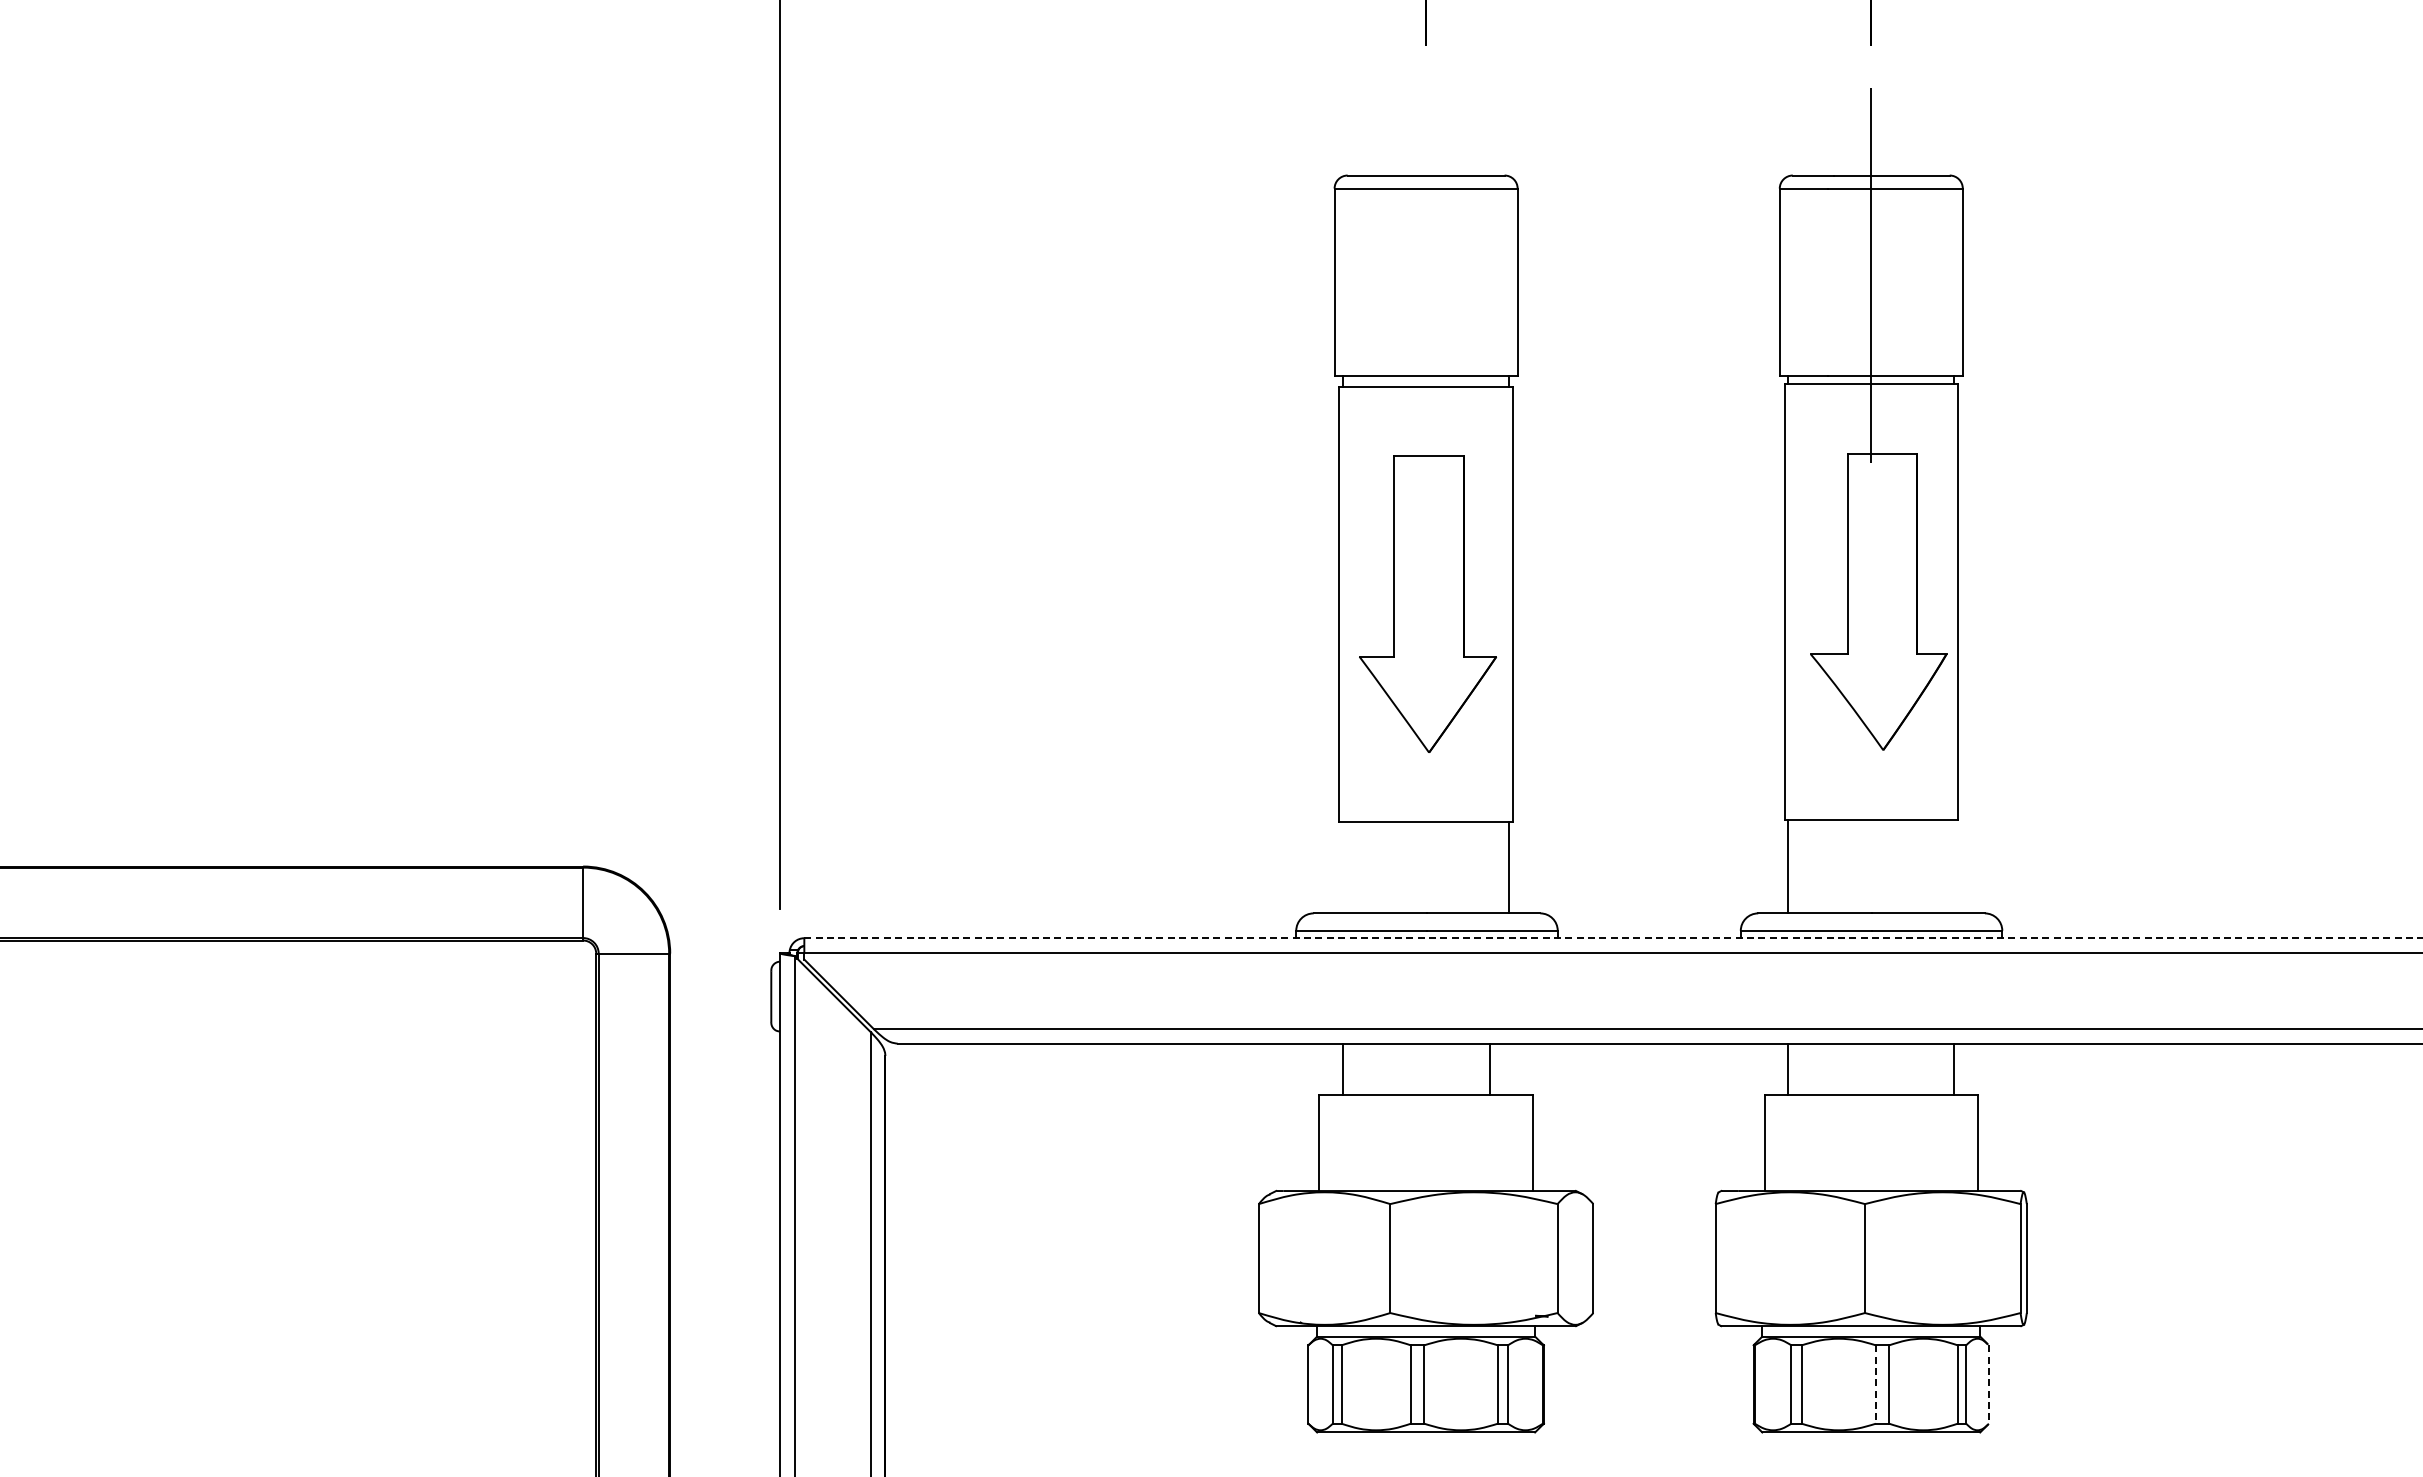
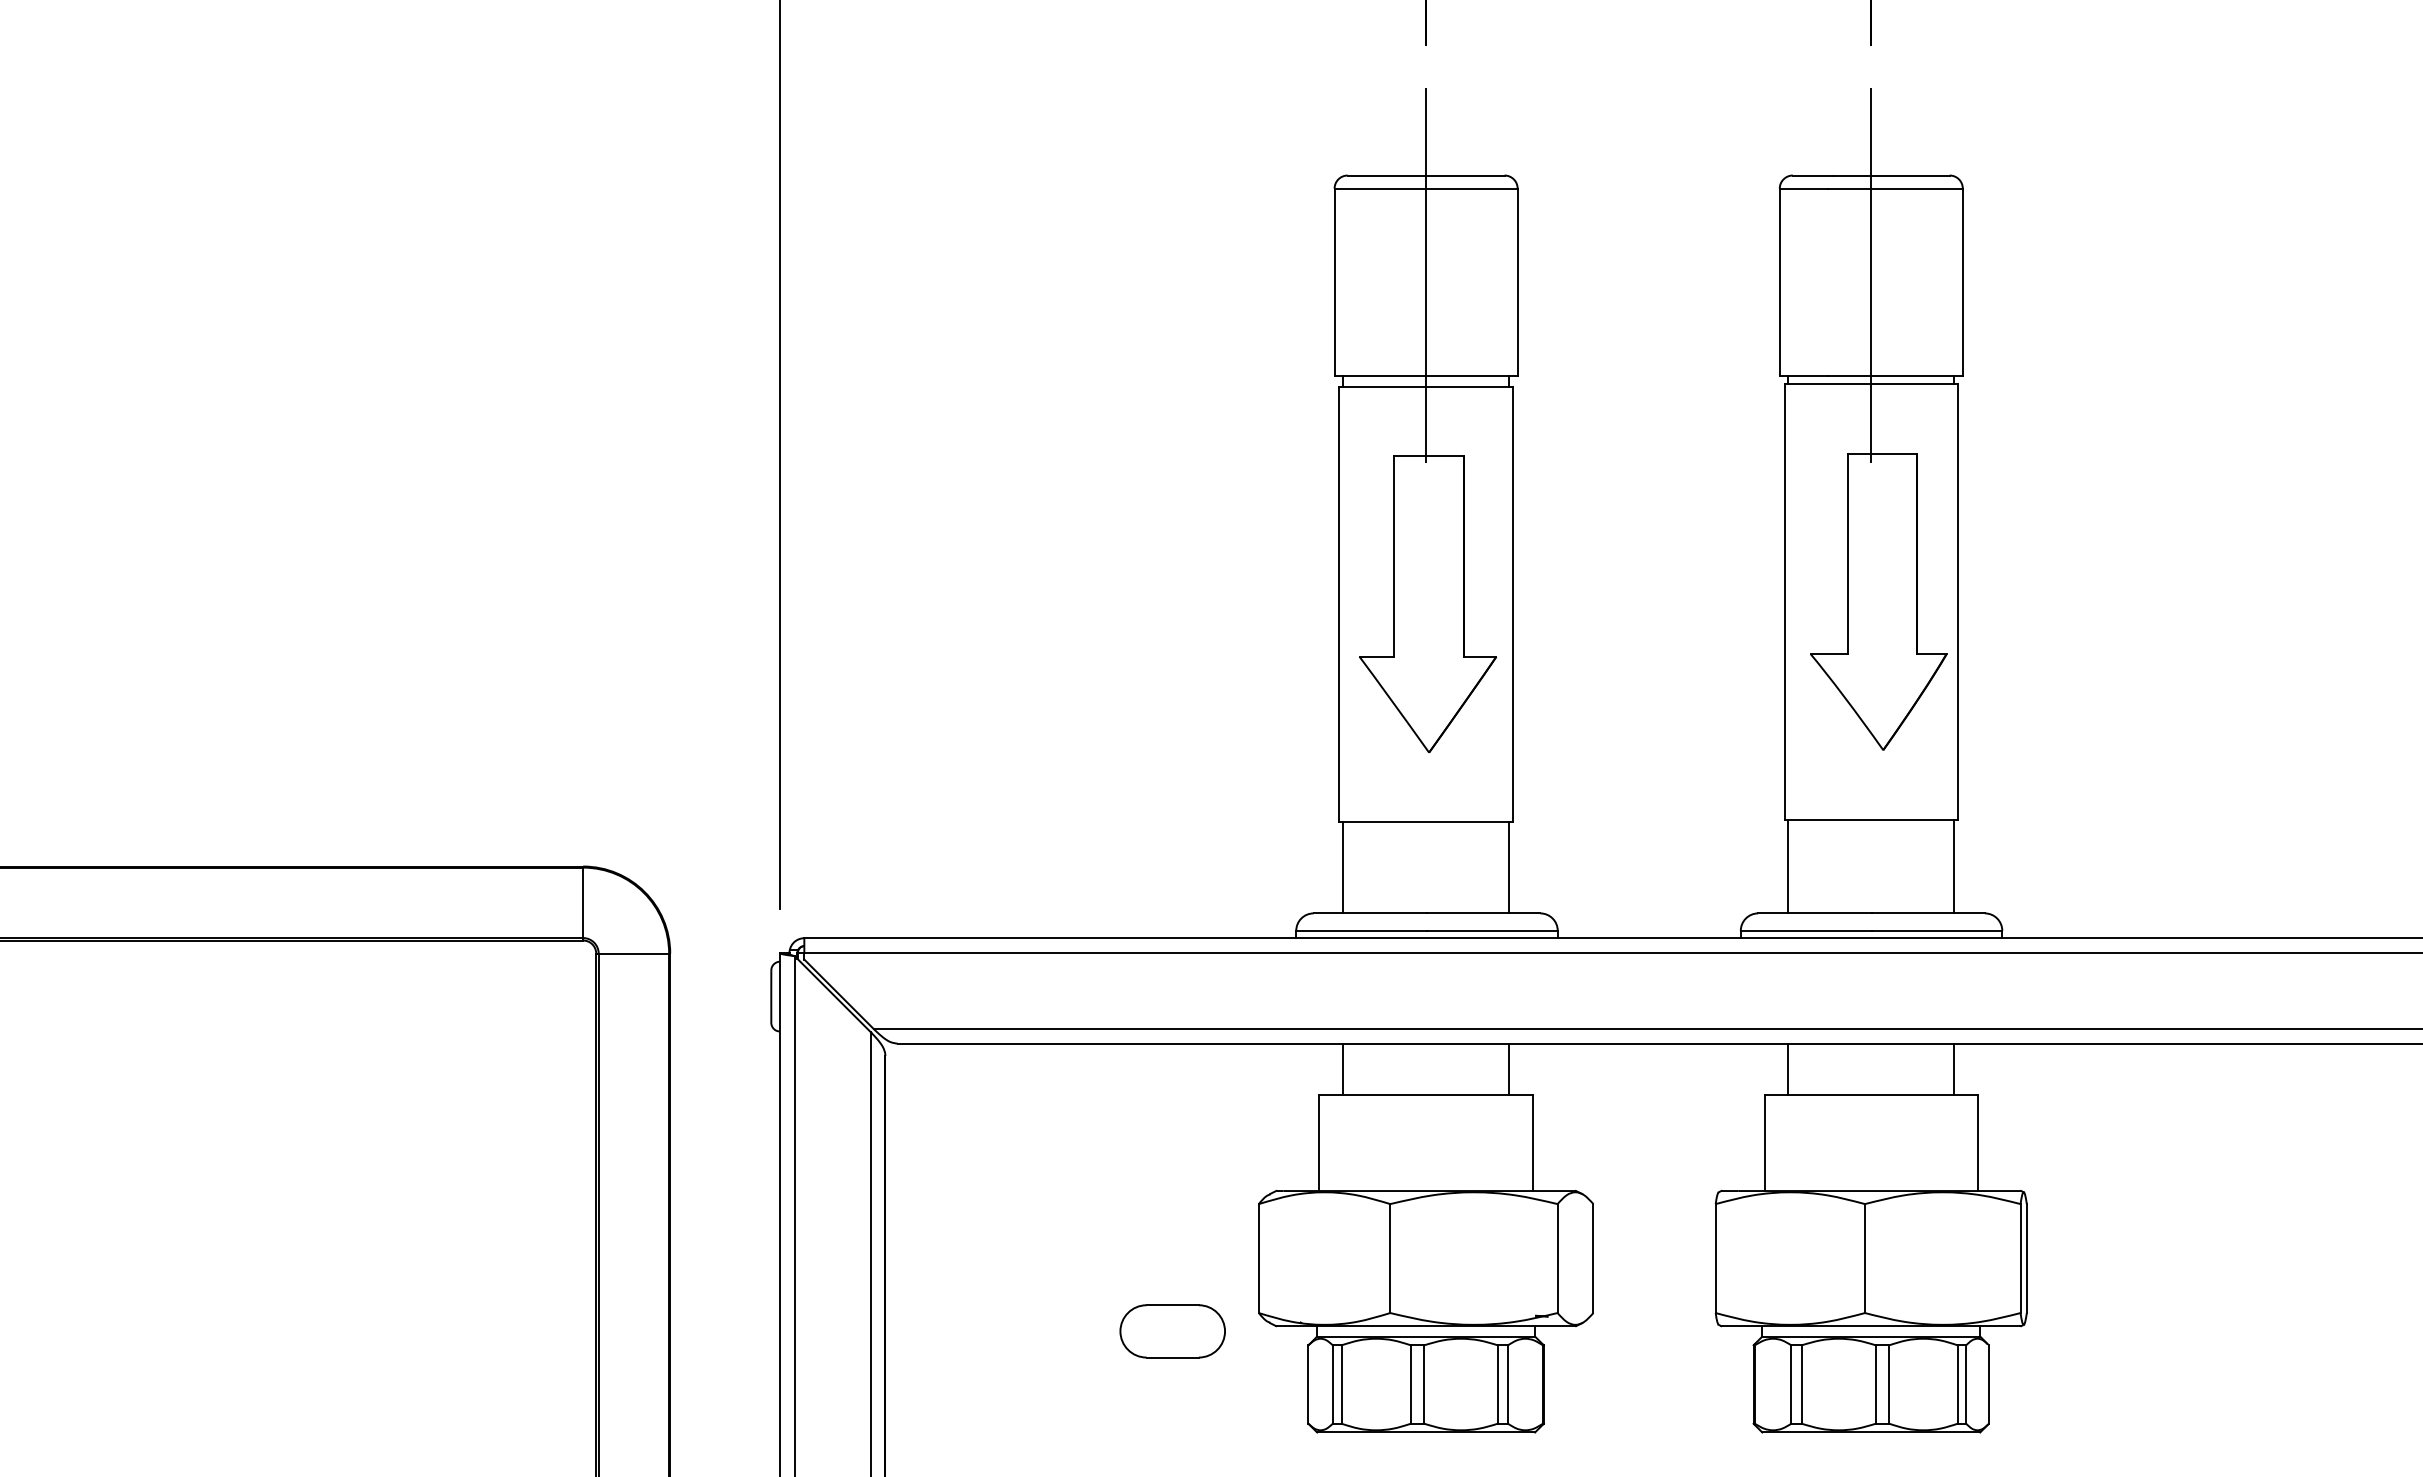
line at (1426, 275): none -> present
line at (1954, 866): none -> present
line at (1343, 867): none -> present
line at (1614, 938): dashed -> solid
line at (1489, 1069) position: (1489, 1069) -> (1508, 1069)
part at (1172, 1331): none -> present
line at (1875, 1385): dashed -> solid
line at (1988, 1385): dashed -> solid
